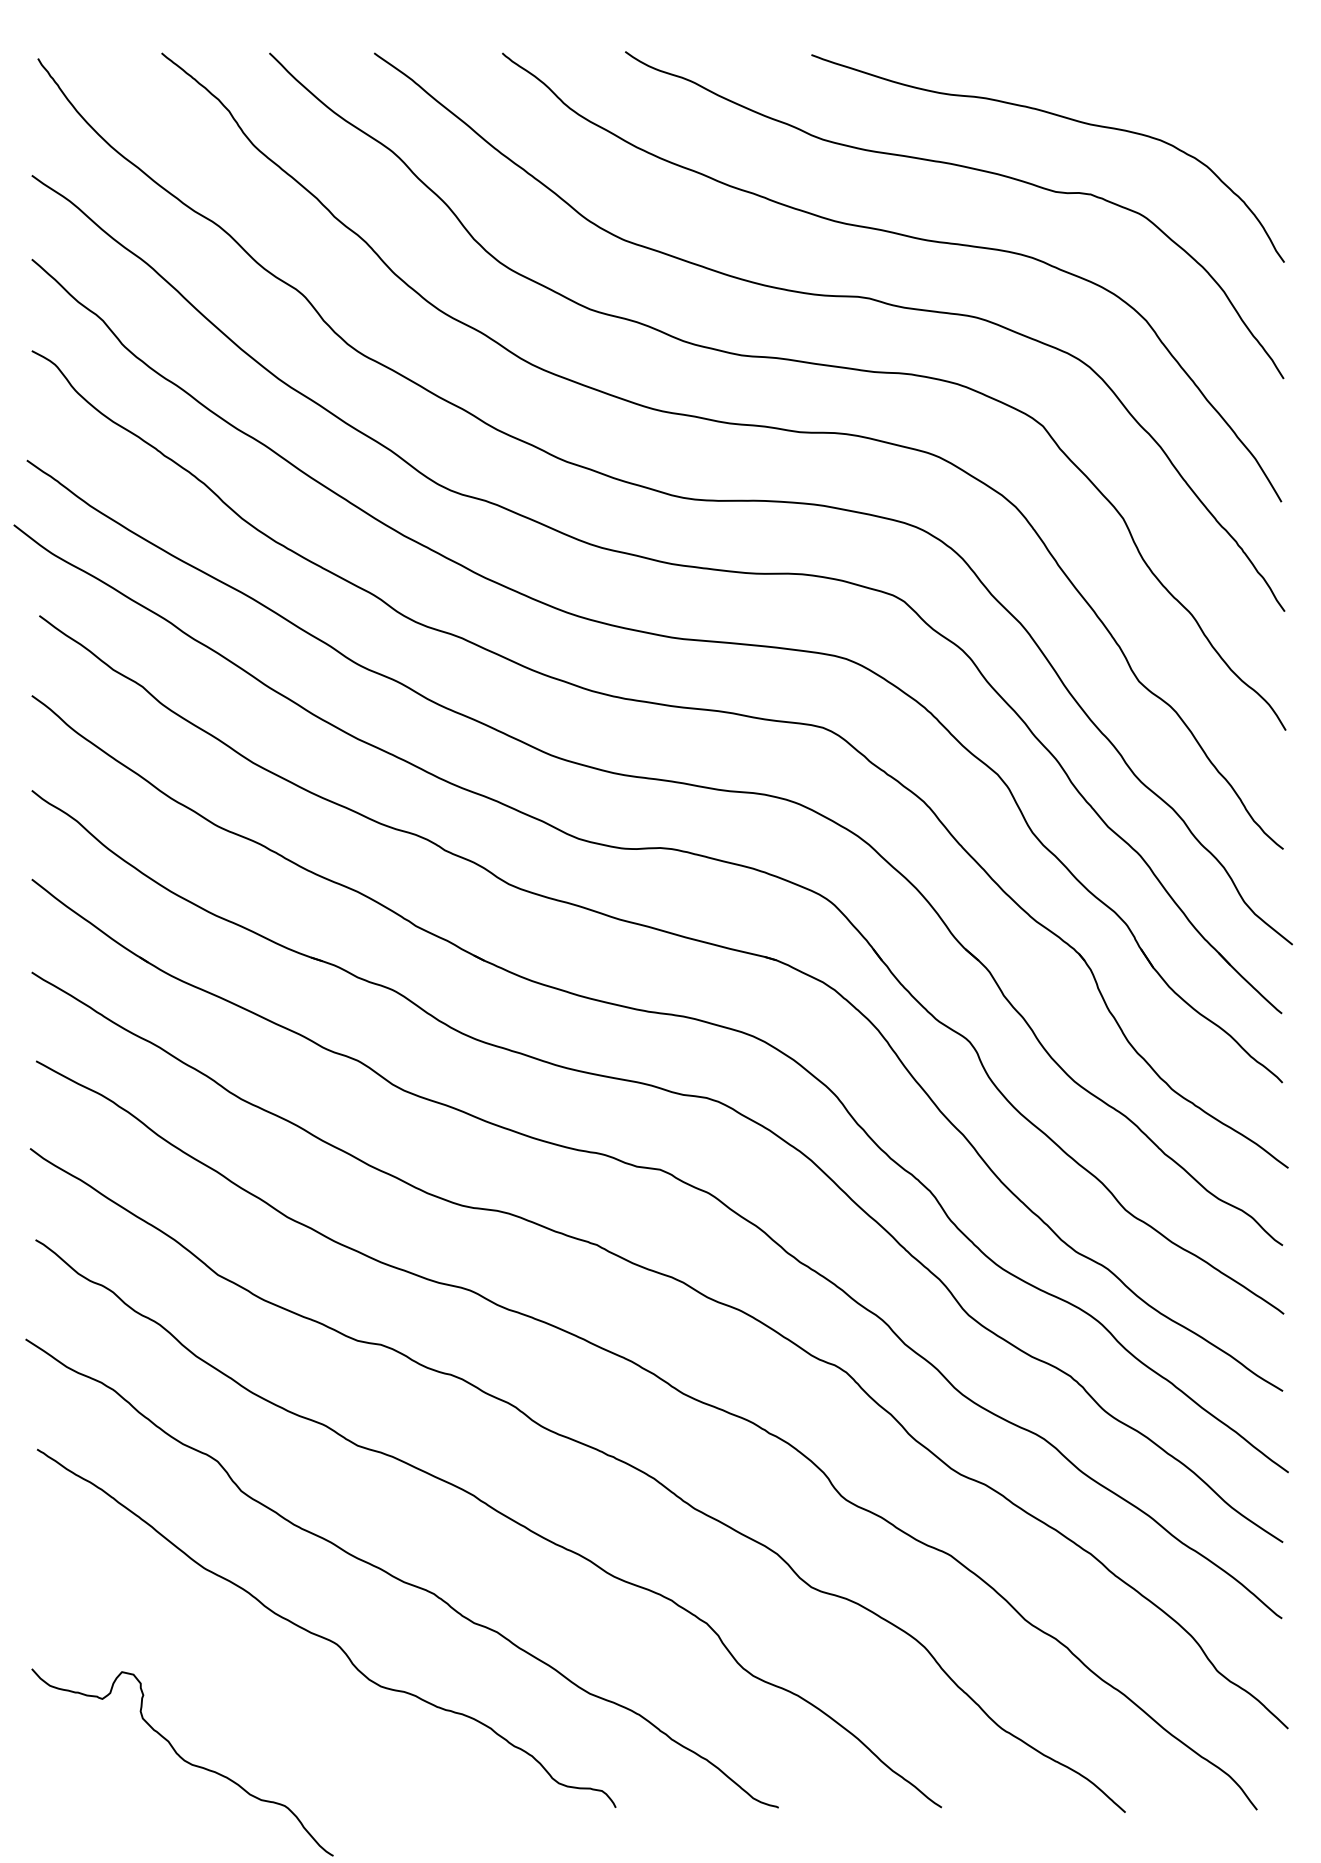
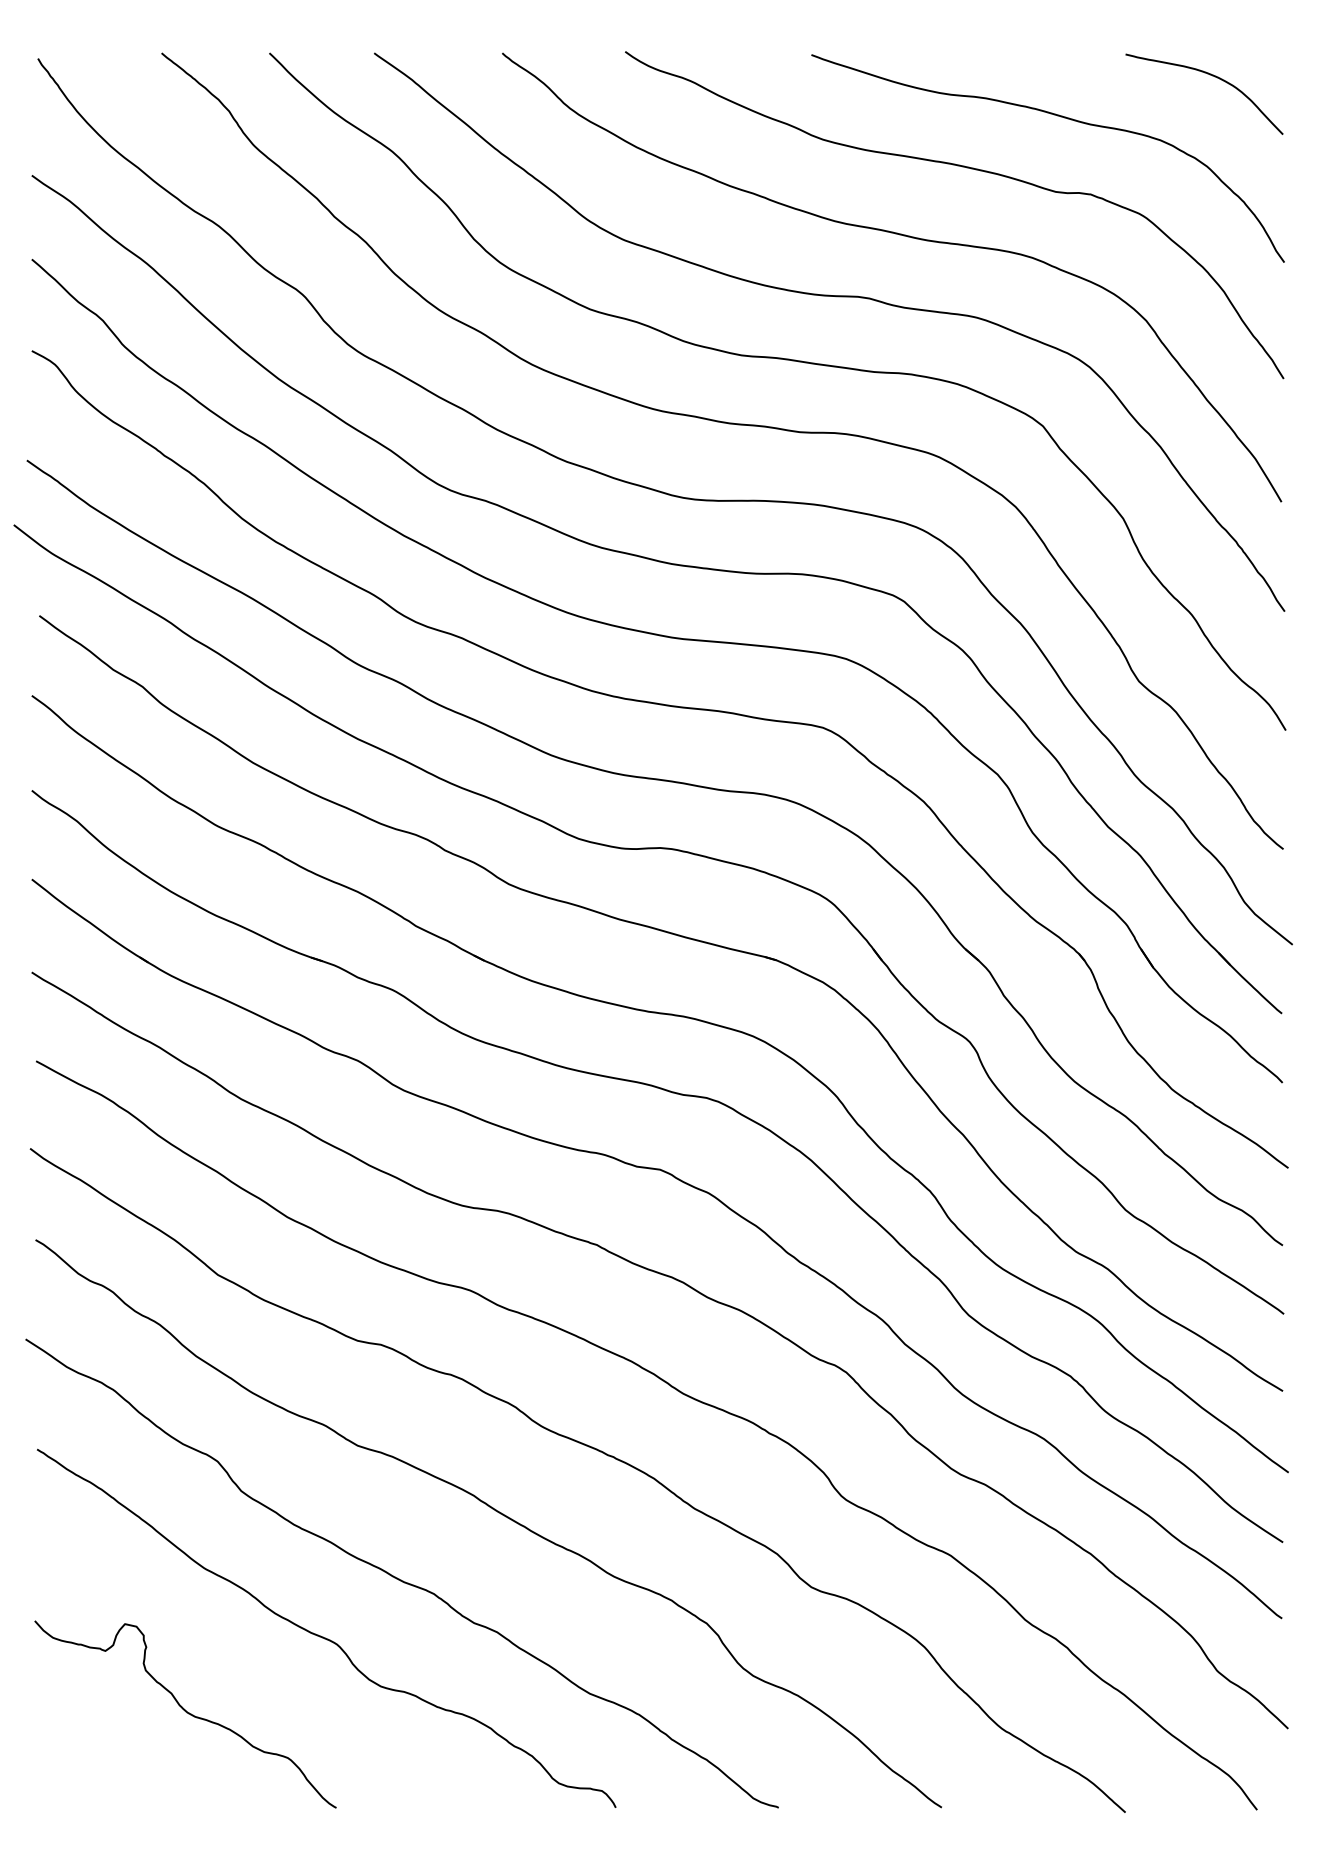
curve at (1212, 76): none -> present
curve at (182, 1760) position: (182, 1760) -> (185, 1712)
